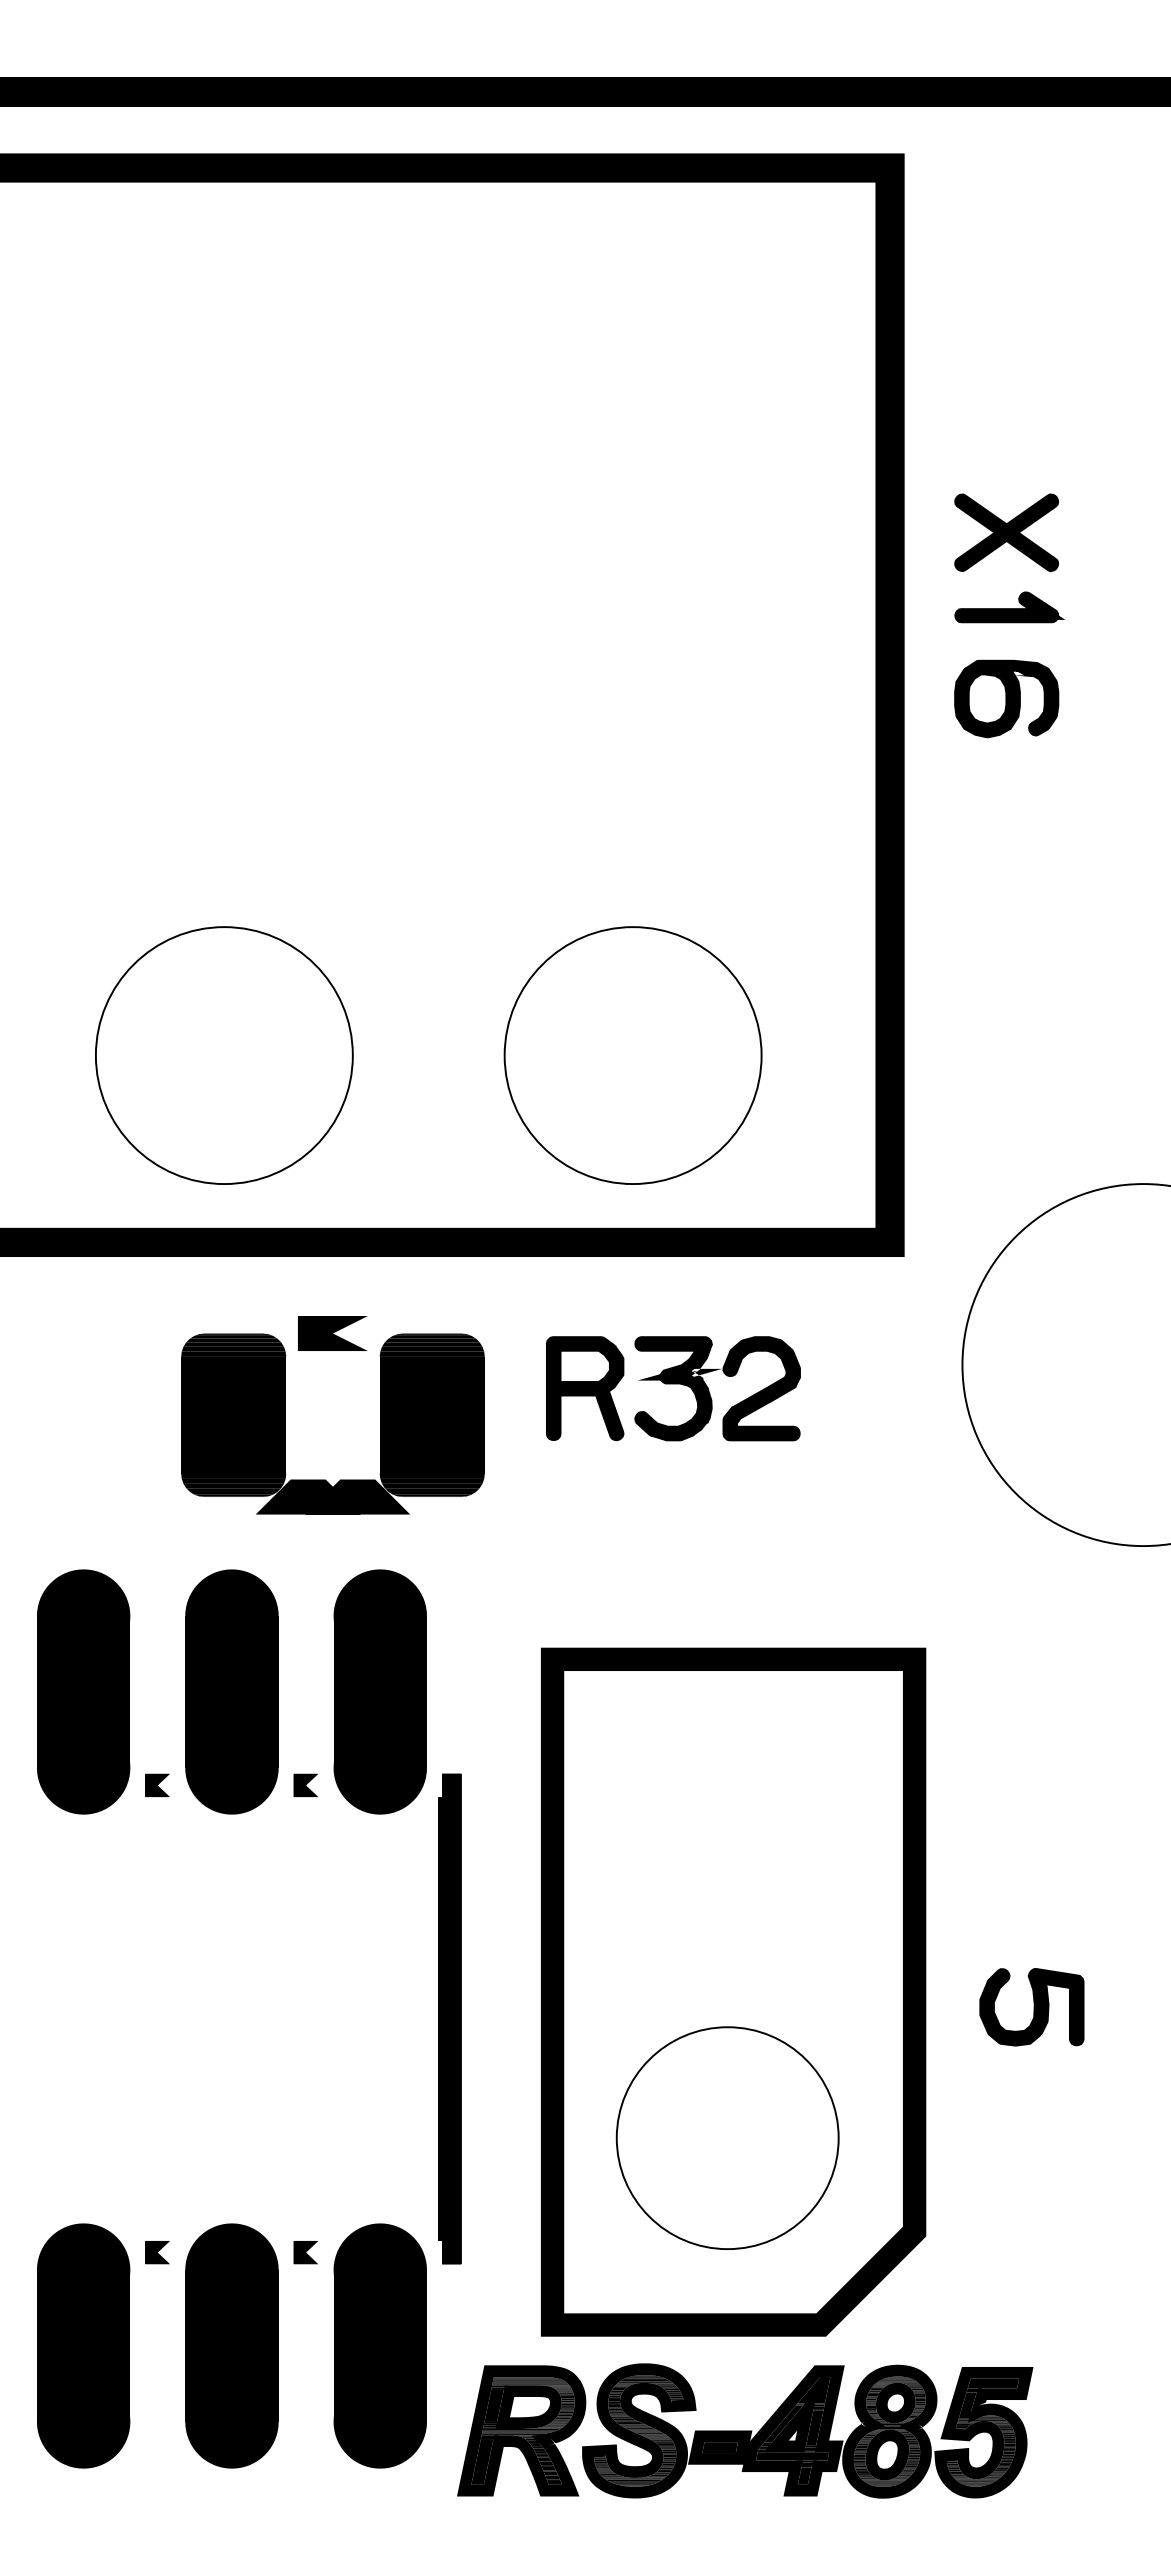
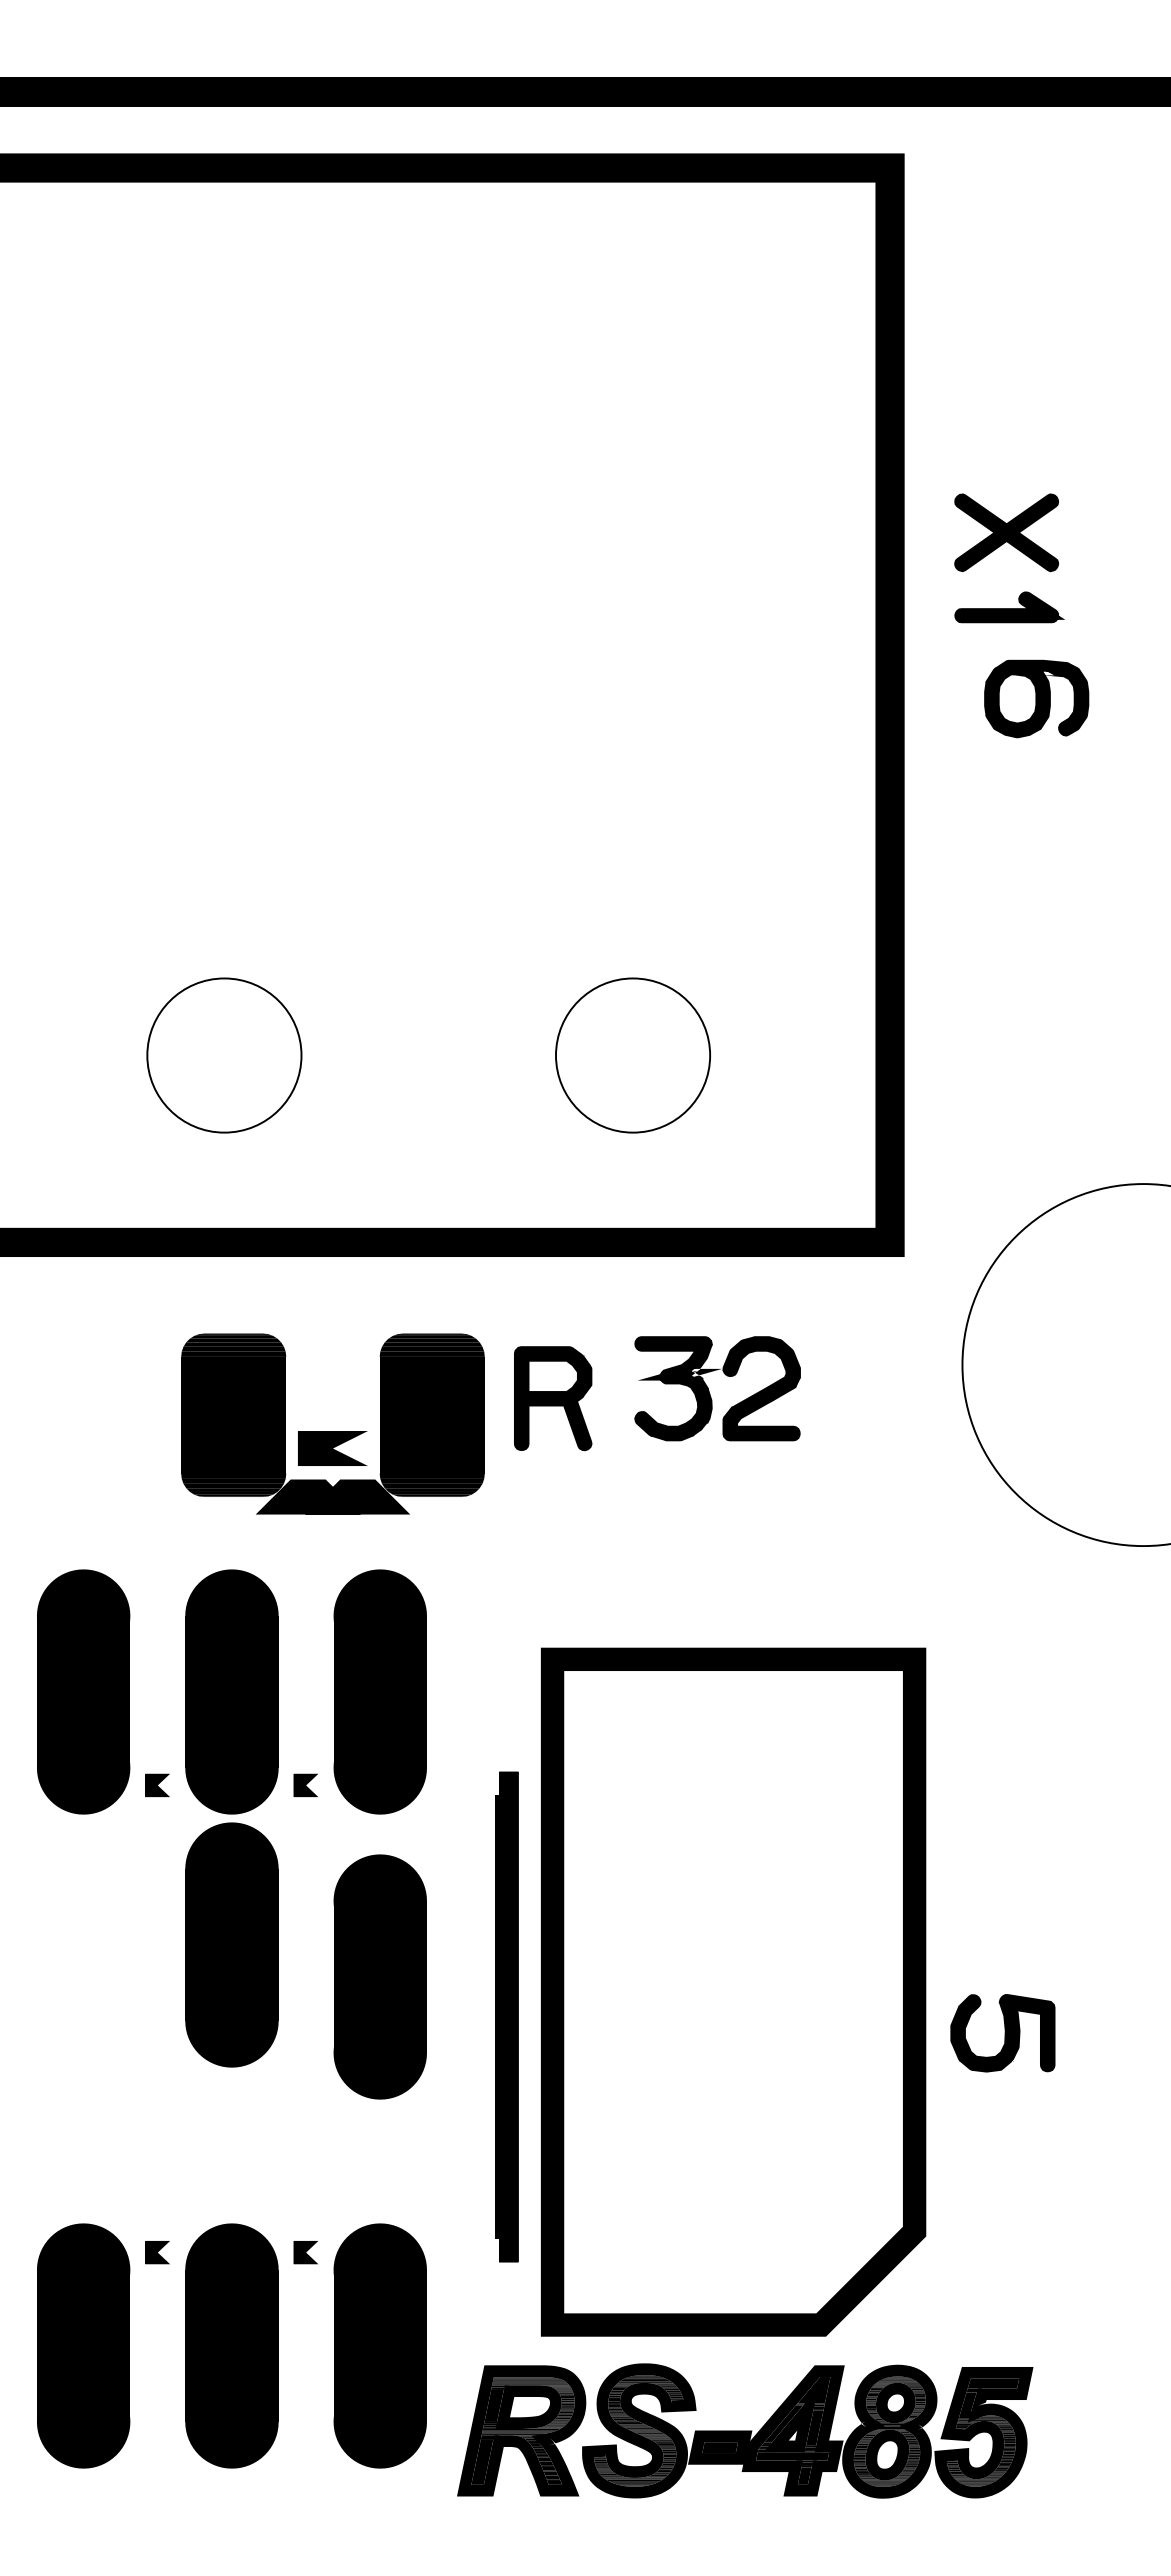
part at (1006, 698) position: (1006, 698) -> (1036, 698)
part at (224, 1055) size: 259x259 px -> 157x157 px
part at (632, 1055) size: 260x259 px -> 156x157 px
part at (332, 1333) position: (332, 1333) -> (332, 1448)
part at (585, 1388) position: (585, 1388) -> (553, 1398)
part at (231, 1944): none -> present
part at (379, 1976): none -> present
part at (1031, 2007) position: (1031, 2007) -> (1002, 2033)
part at (449, 2018) position: (449, 2018) -> (506, 2016)
part at (727, 2137): present -> none
